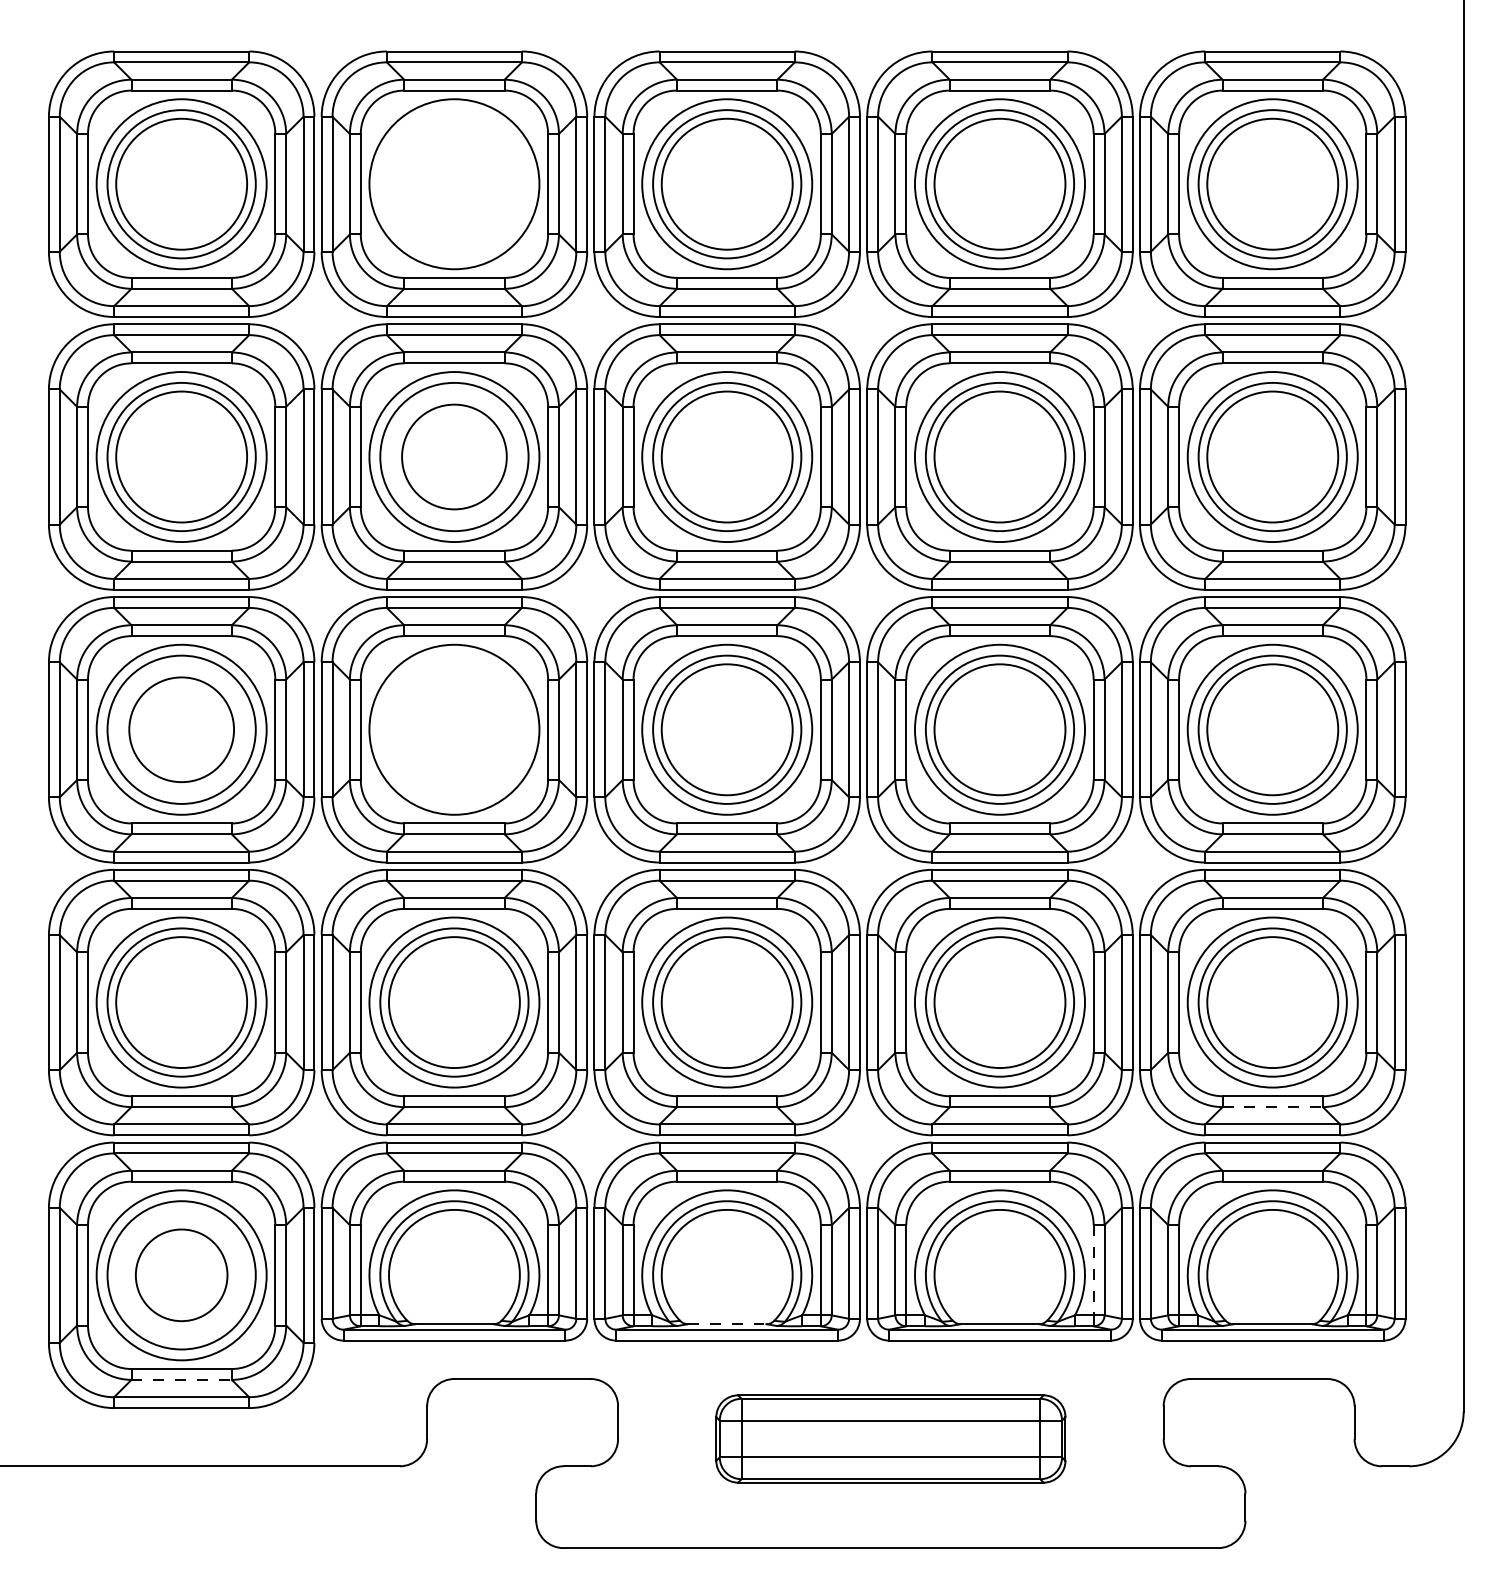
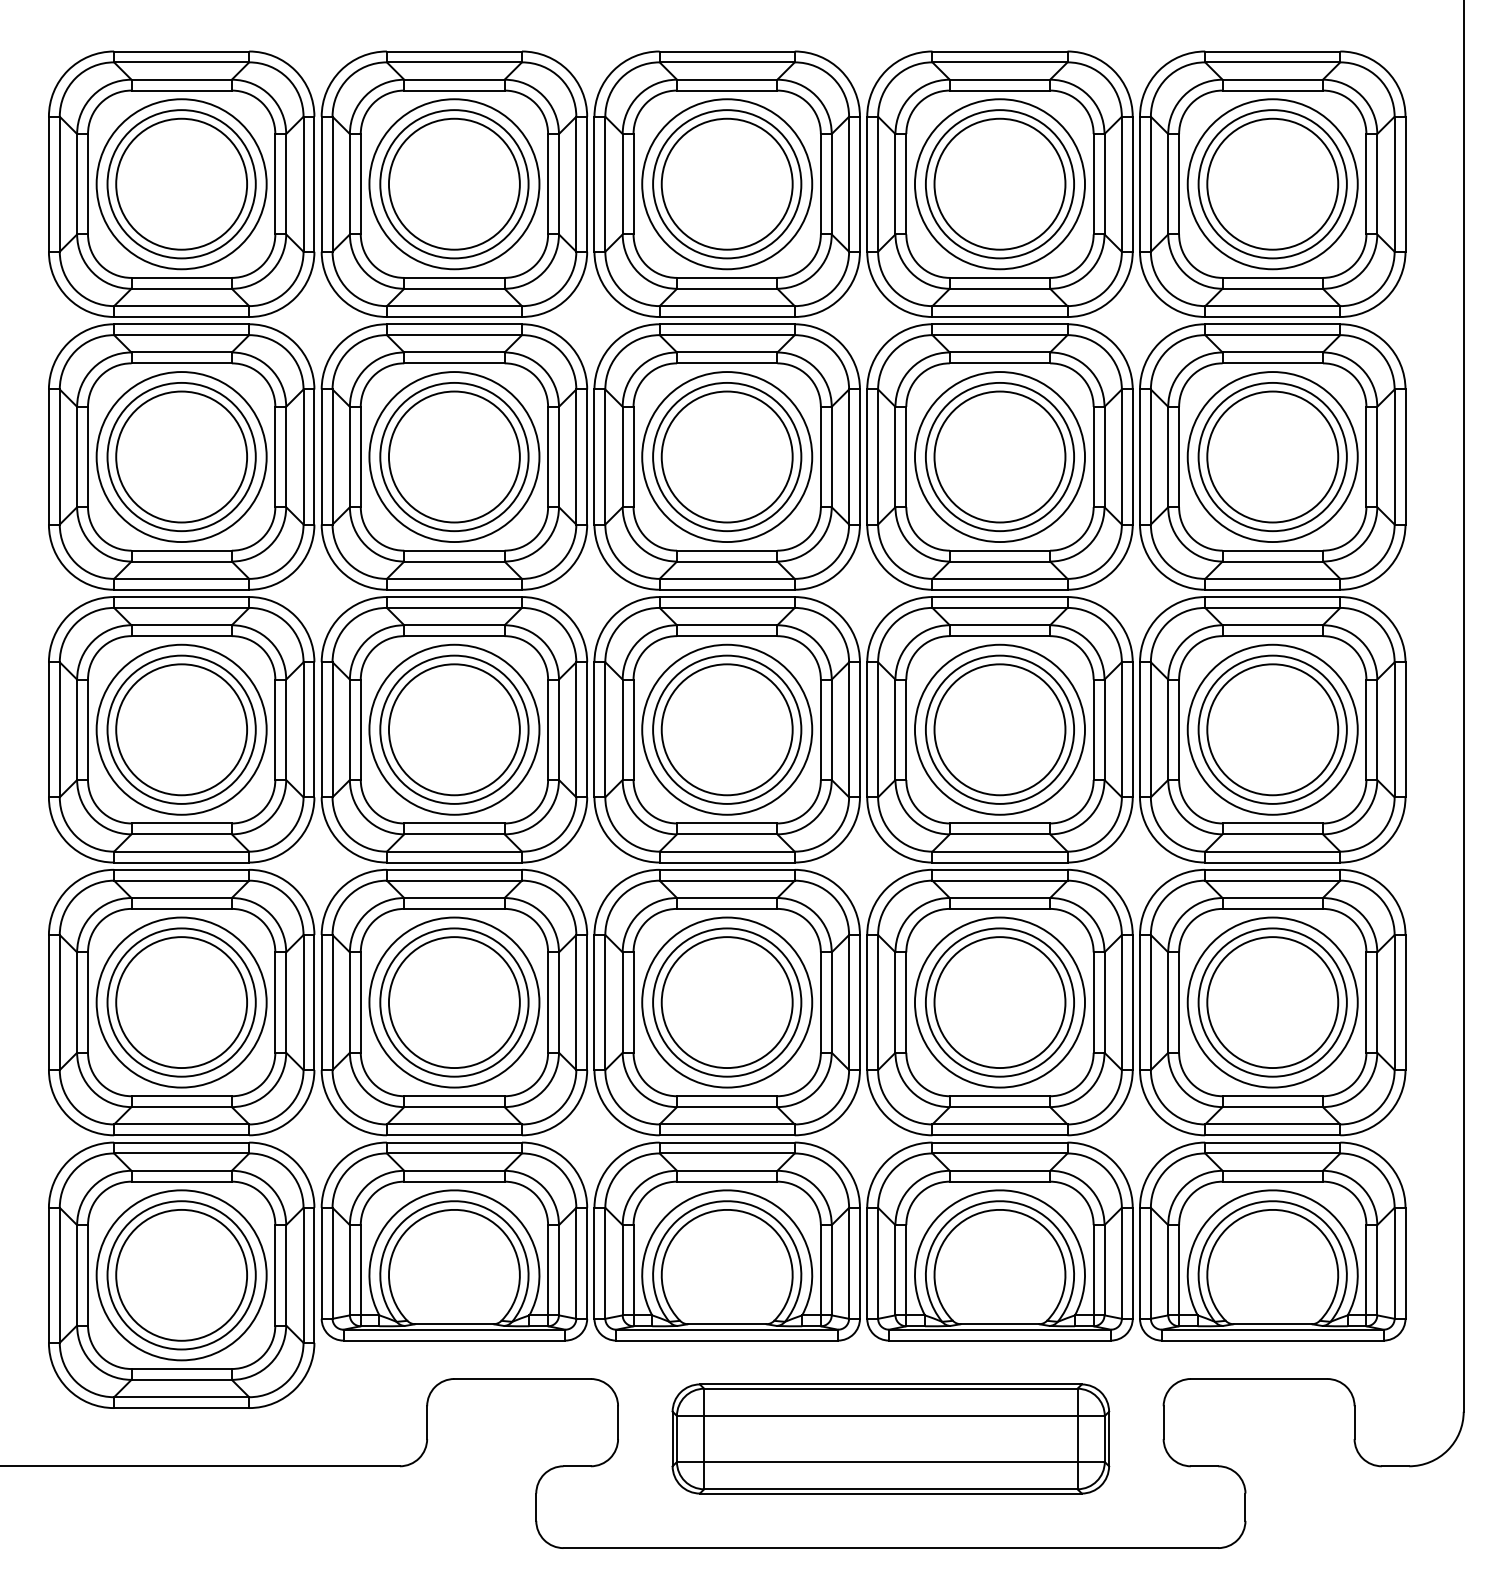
part at (454, 184): none -> present
circle at (454, 456) diameter: 105 px -> 131 px
circle at (181, 729) diameter: 105 px -> 131 px
part at (454, 729): none -> present
line at (1273, 1107): dashed -> solid
line at (1093, 1270): dashed -> solid
circle at (181, 1275) diameter: 92 px -> 131 px
line at (727, 1324): dashed -> solid
line at (182, 1379): dashed -> solid
part at (890, 1438) size: 352x90 px -> 440x112 px
